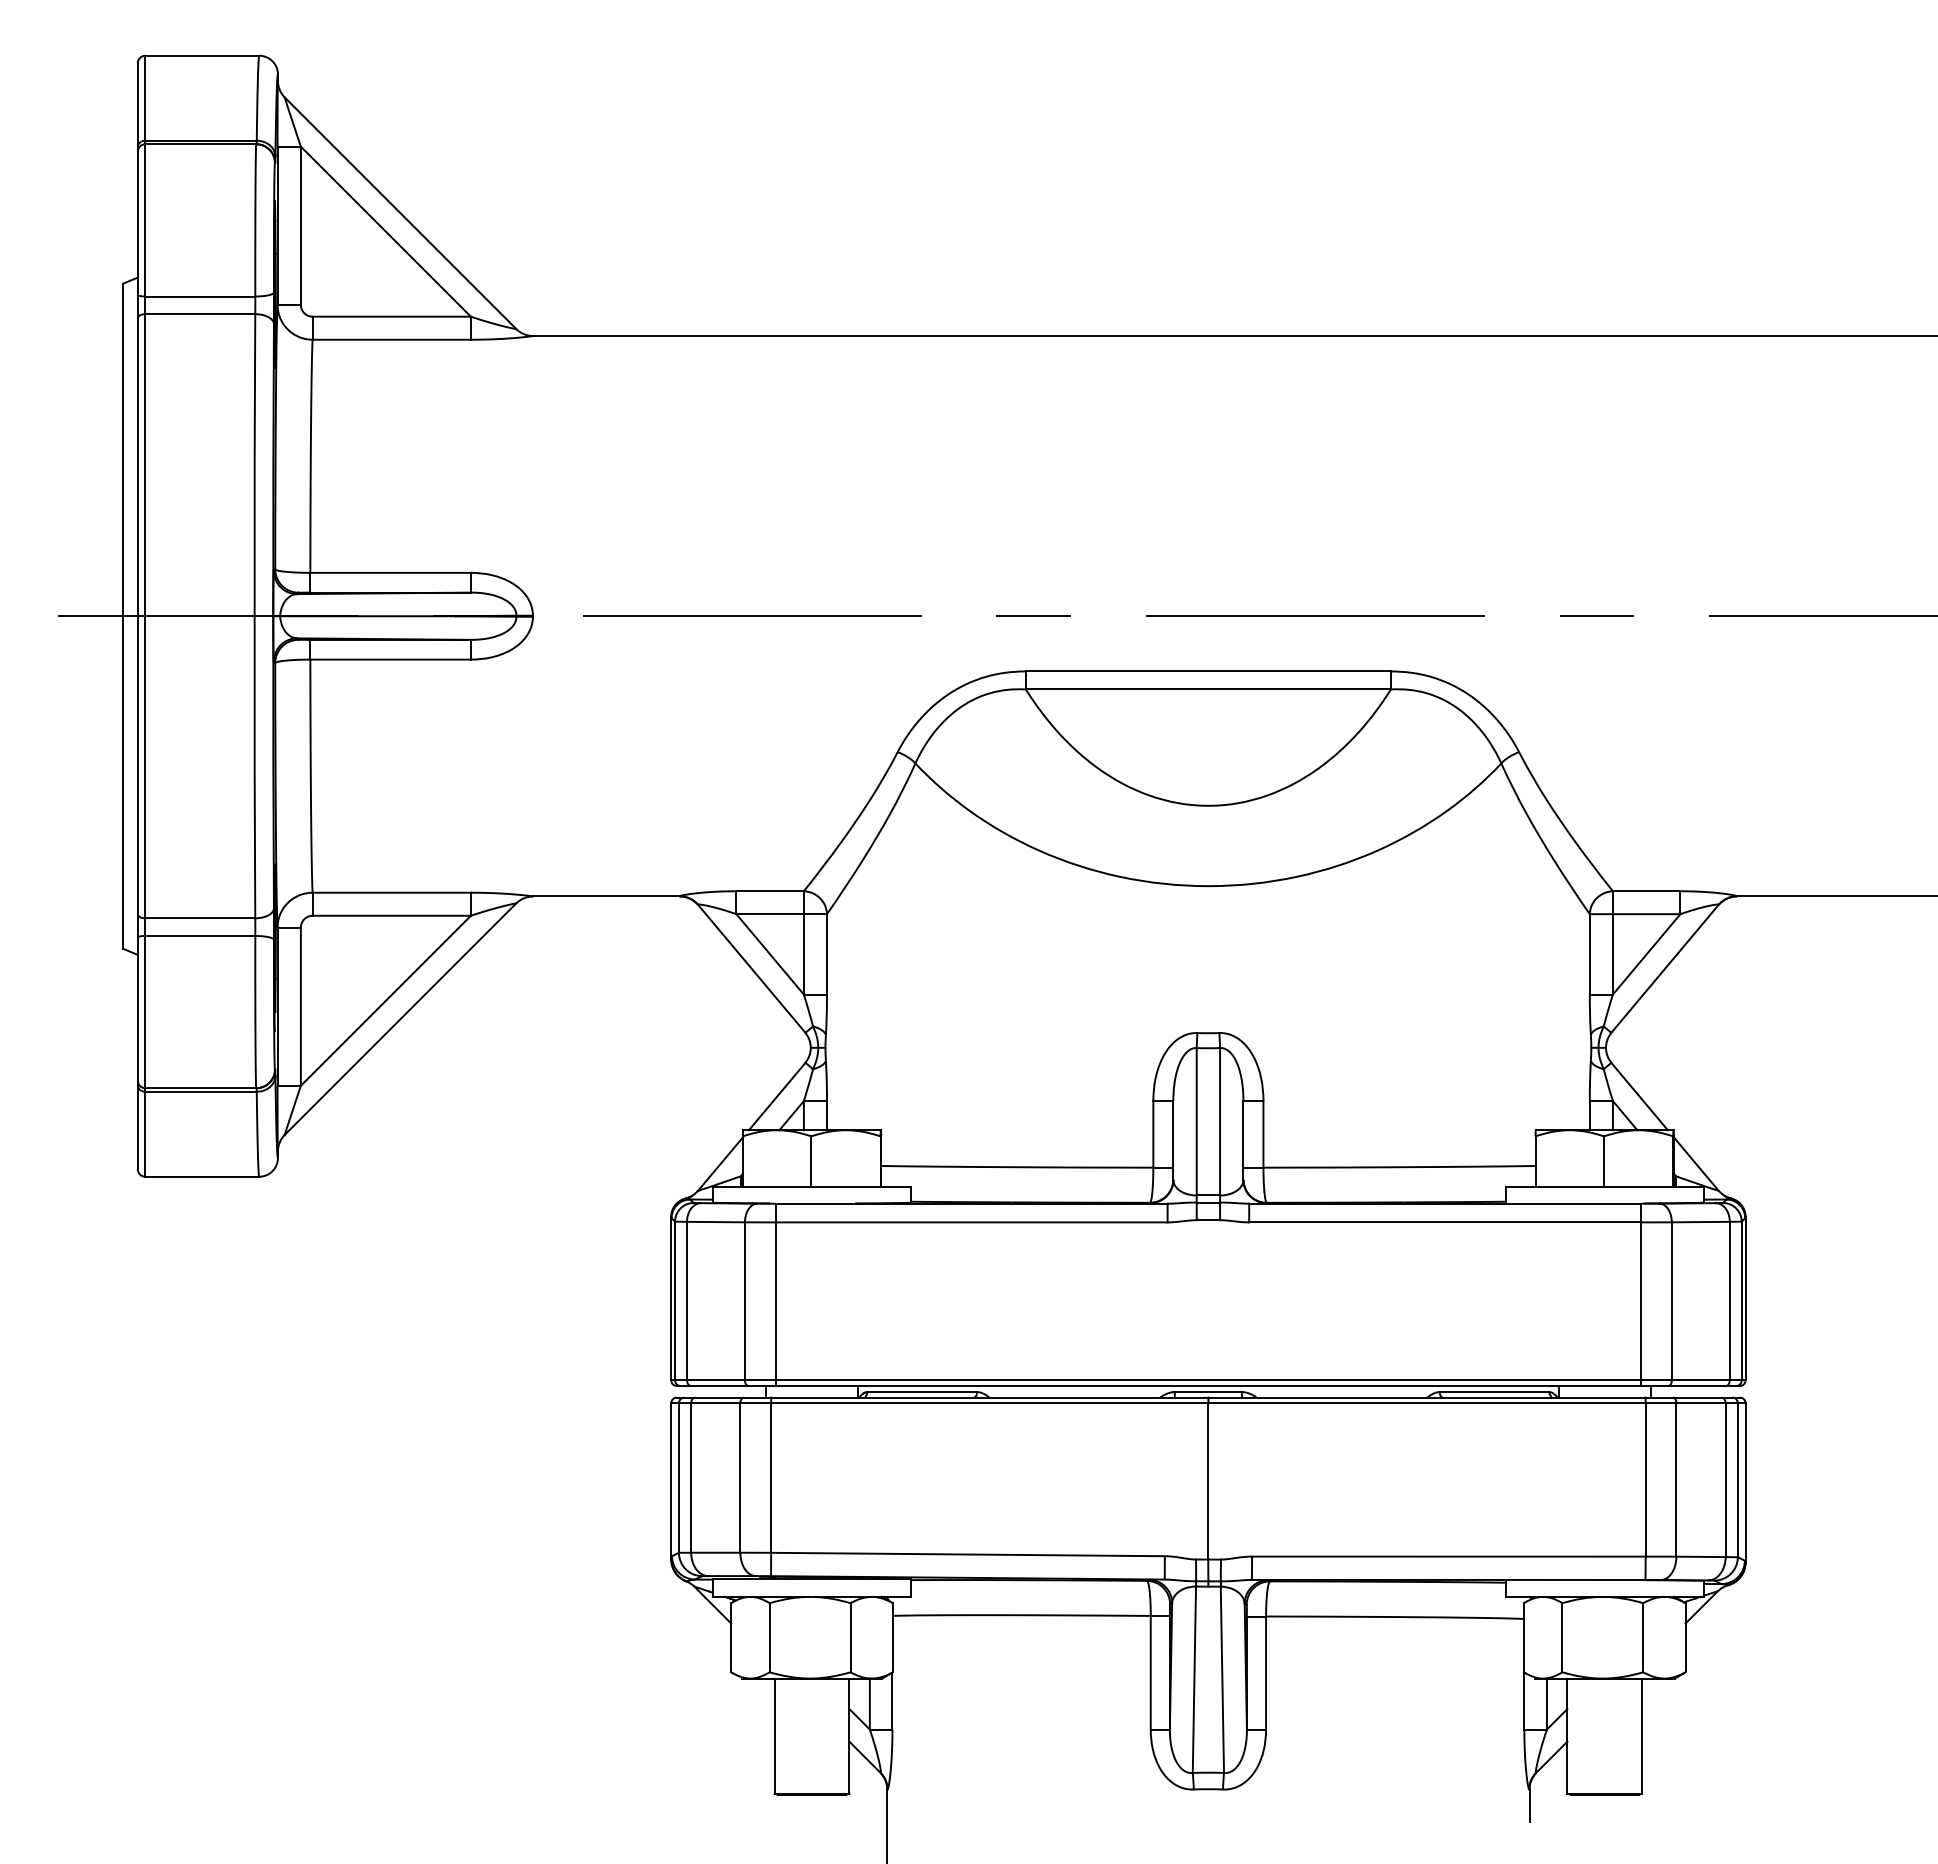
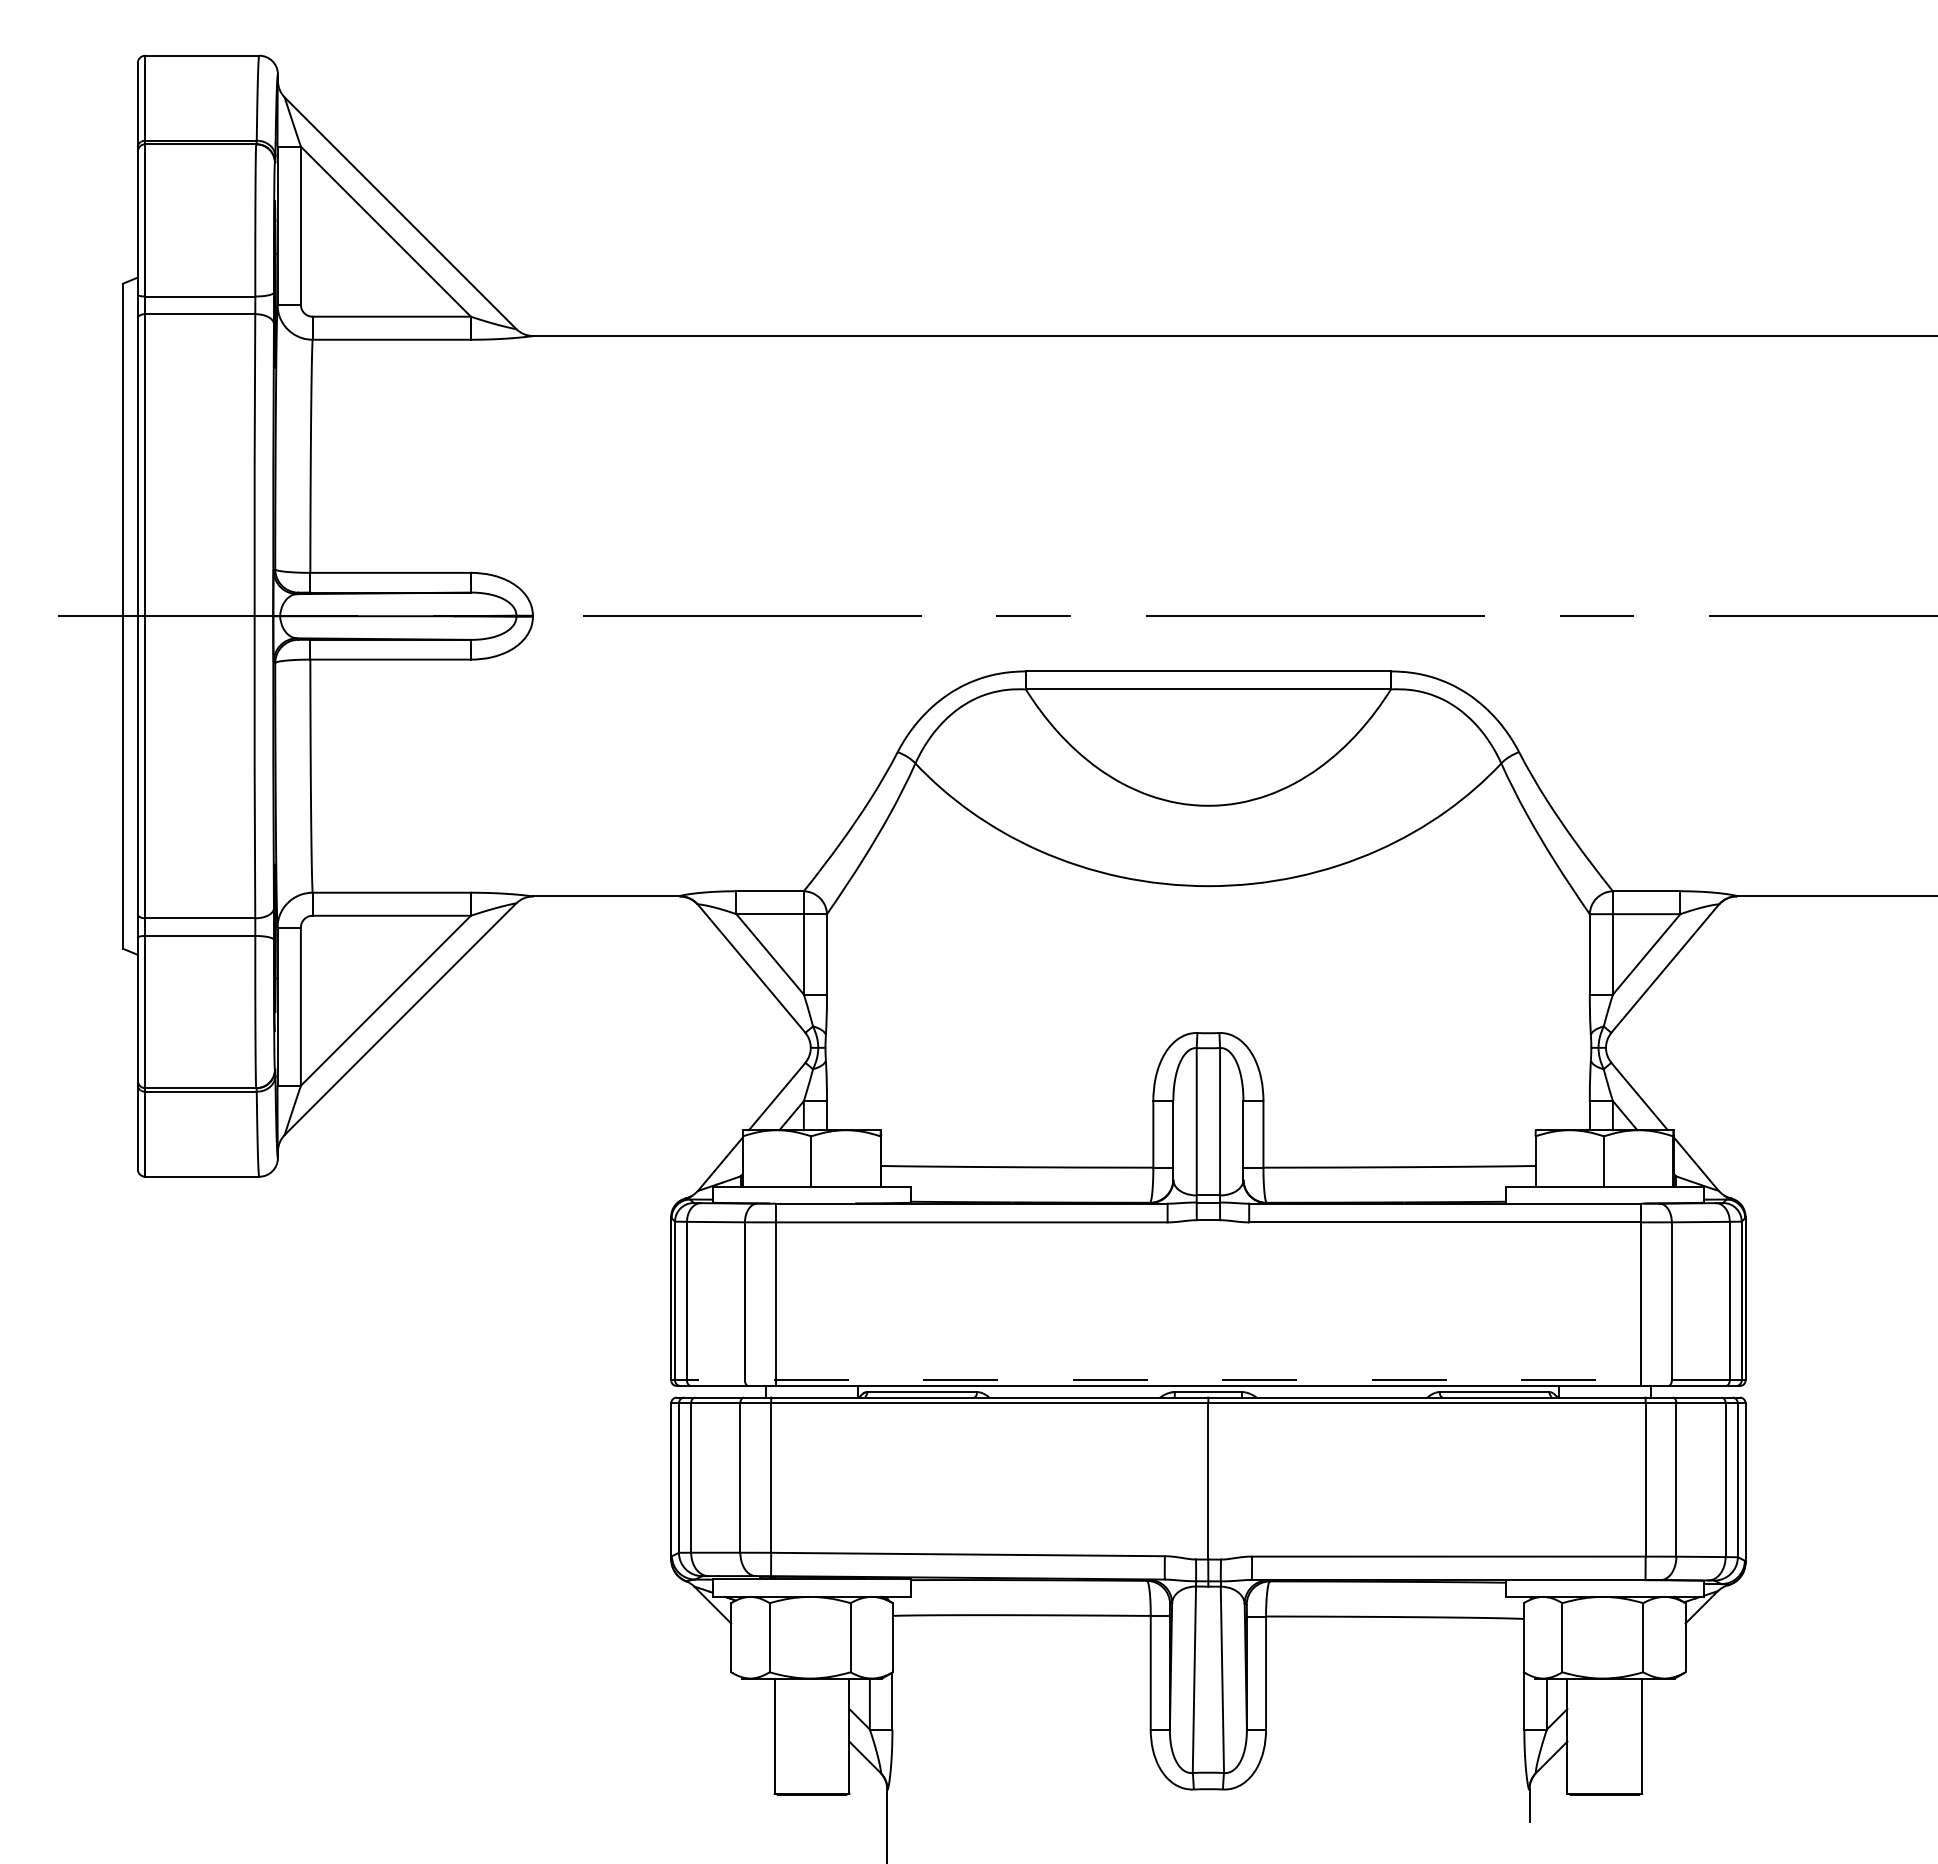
line at (1207, 1380): solid -> dashed
